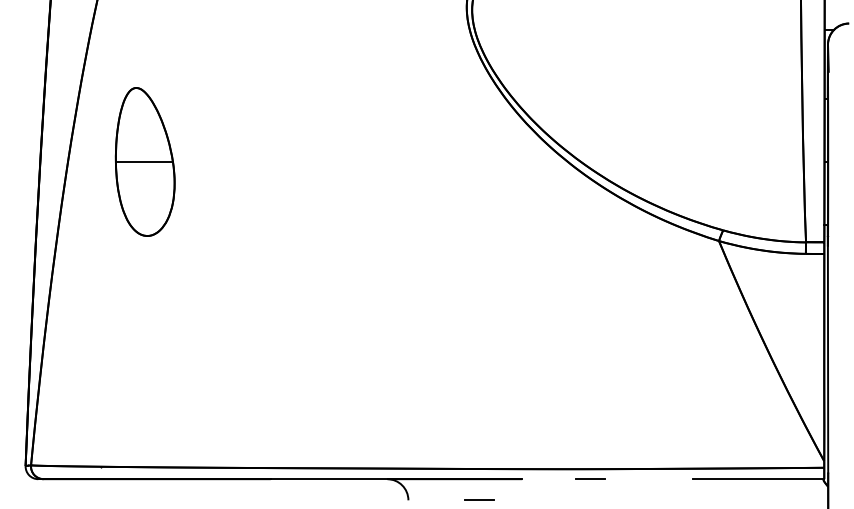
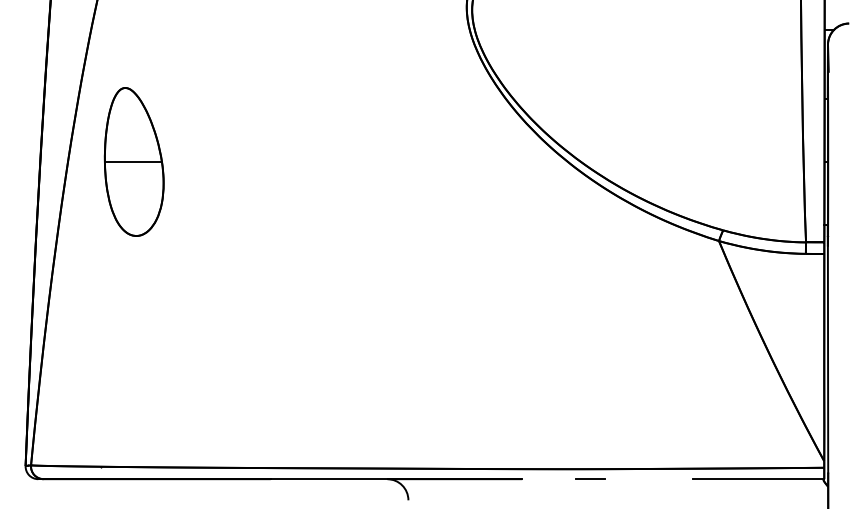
part at (144, 161) position: (144, 161) -> (133, 161)
line at (479, 499): present -> none
